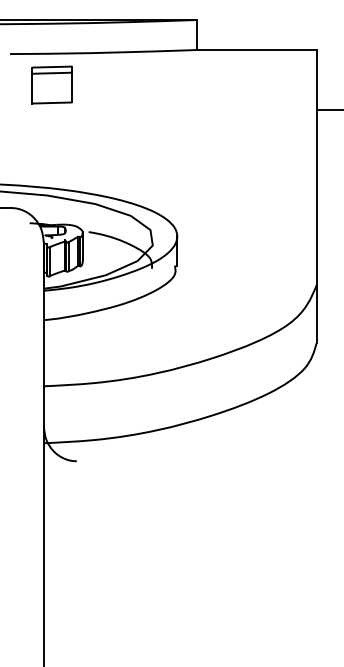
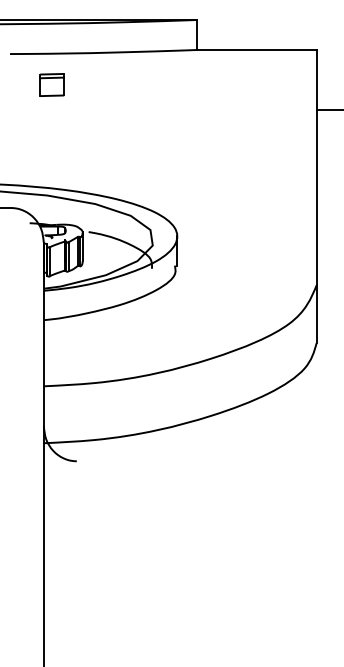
part at (51, 84) size: 42x40 px -> 26x24 px
